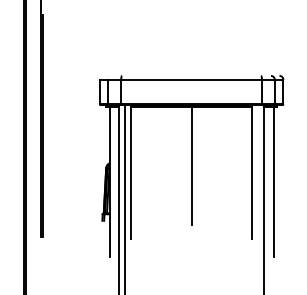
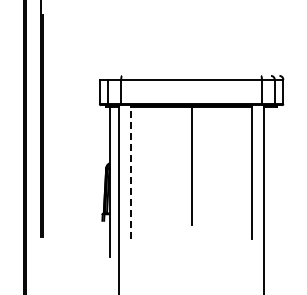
line at (131, 171): solid -> dashed
line at (273, 182): present -> none
line at (124, 198): present -> none
